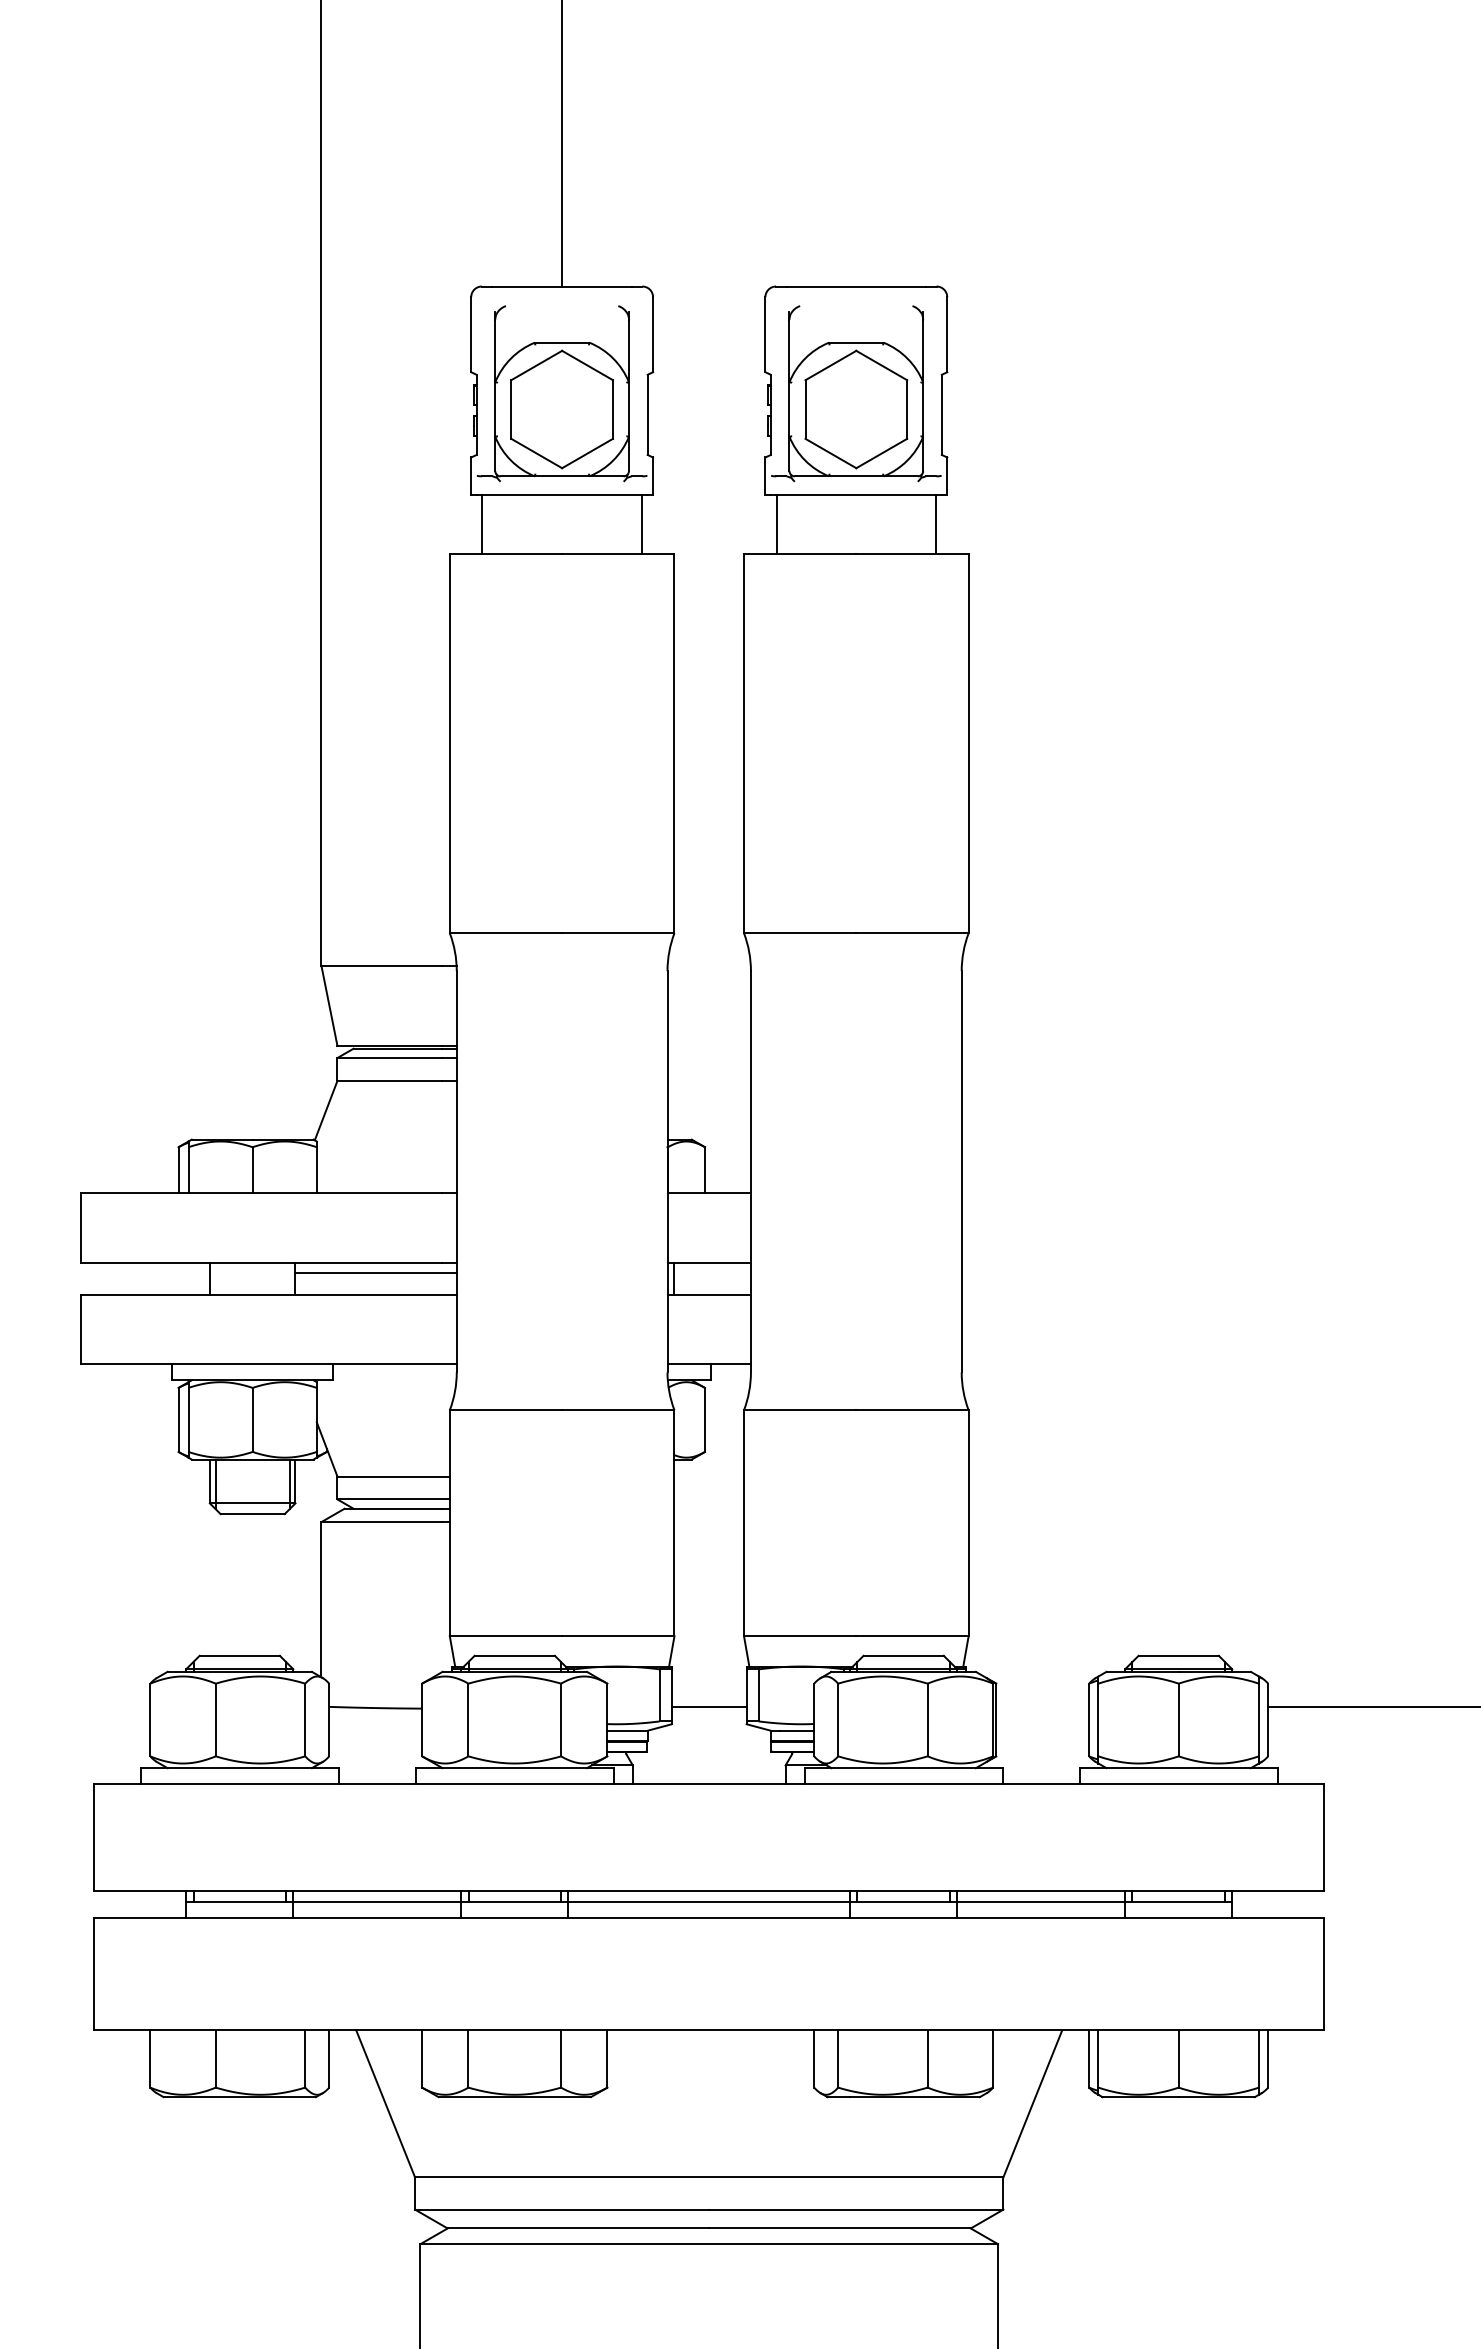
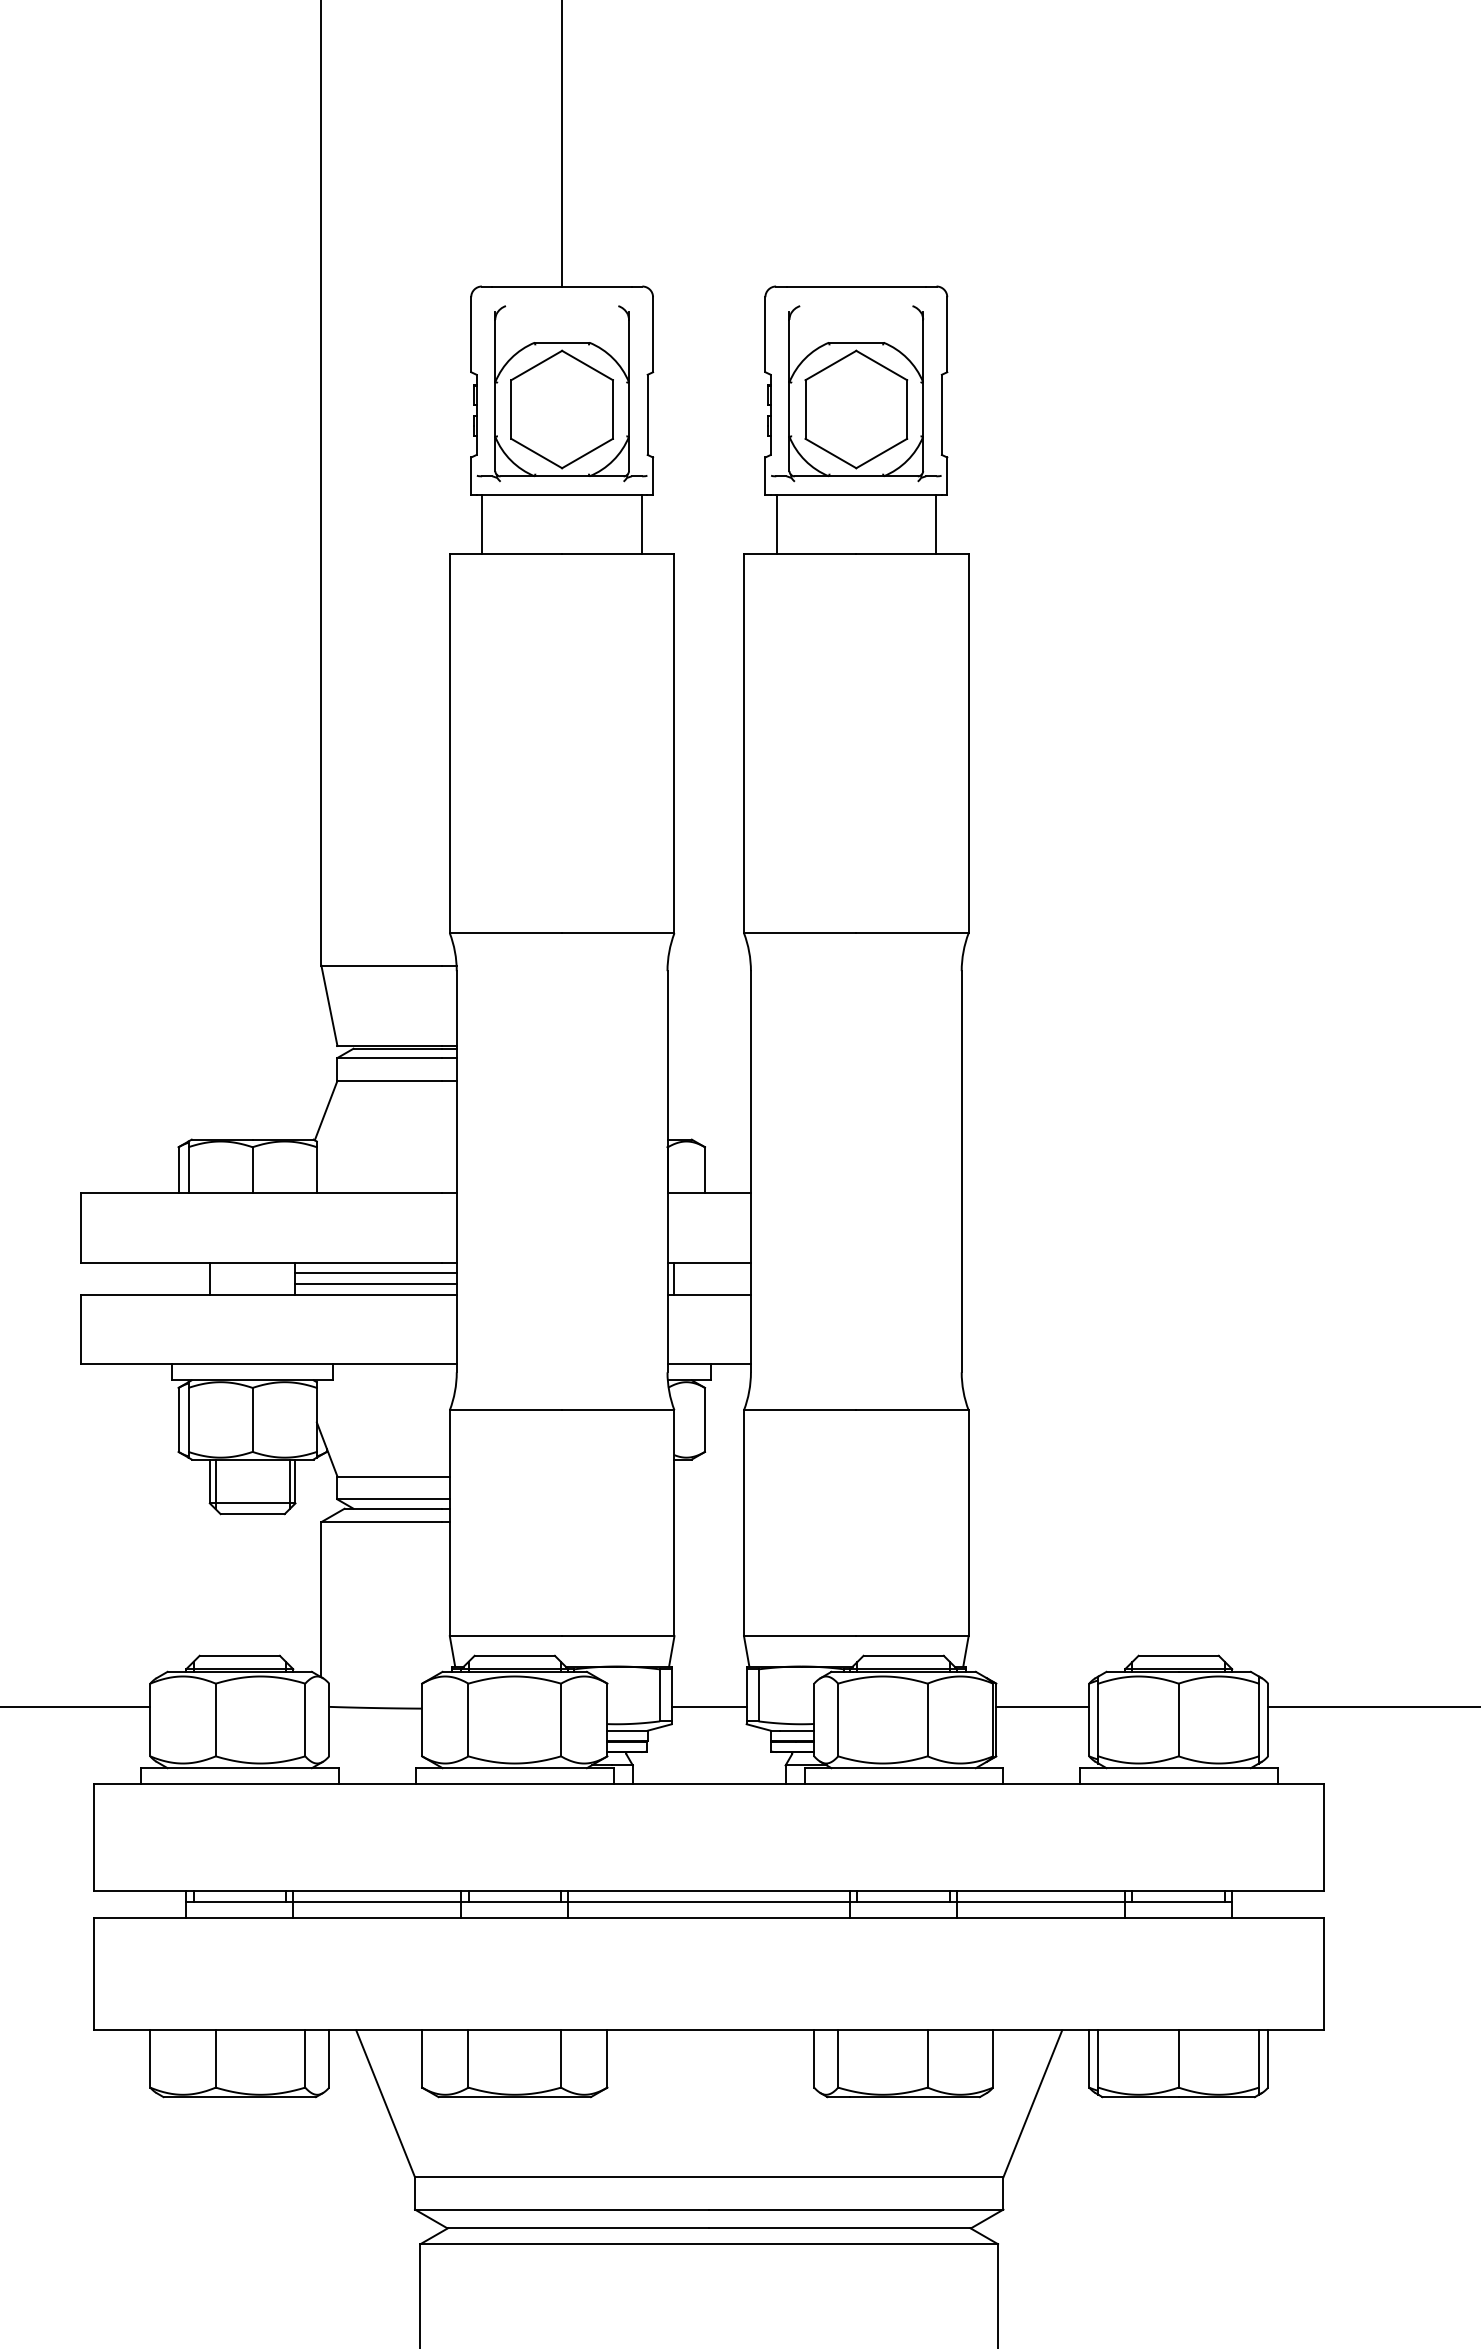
line at (375, 1284): none -> present
line at (76, 1706): none -> present
line at (1042, 1706): none -> present
